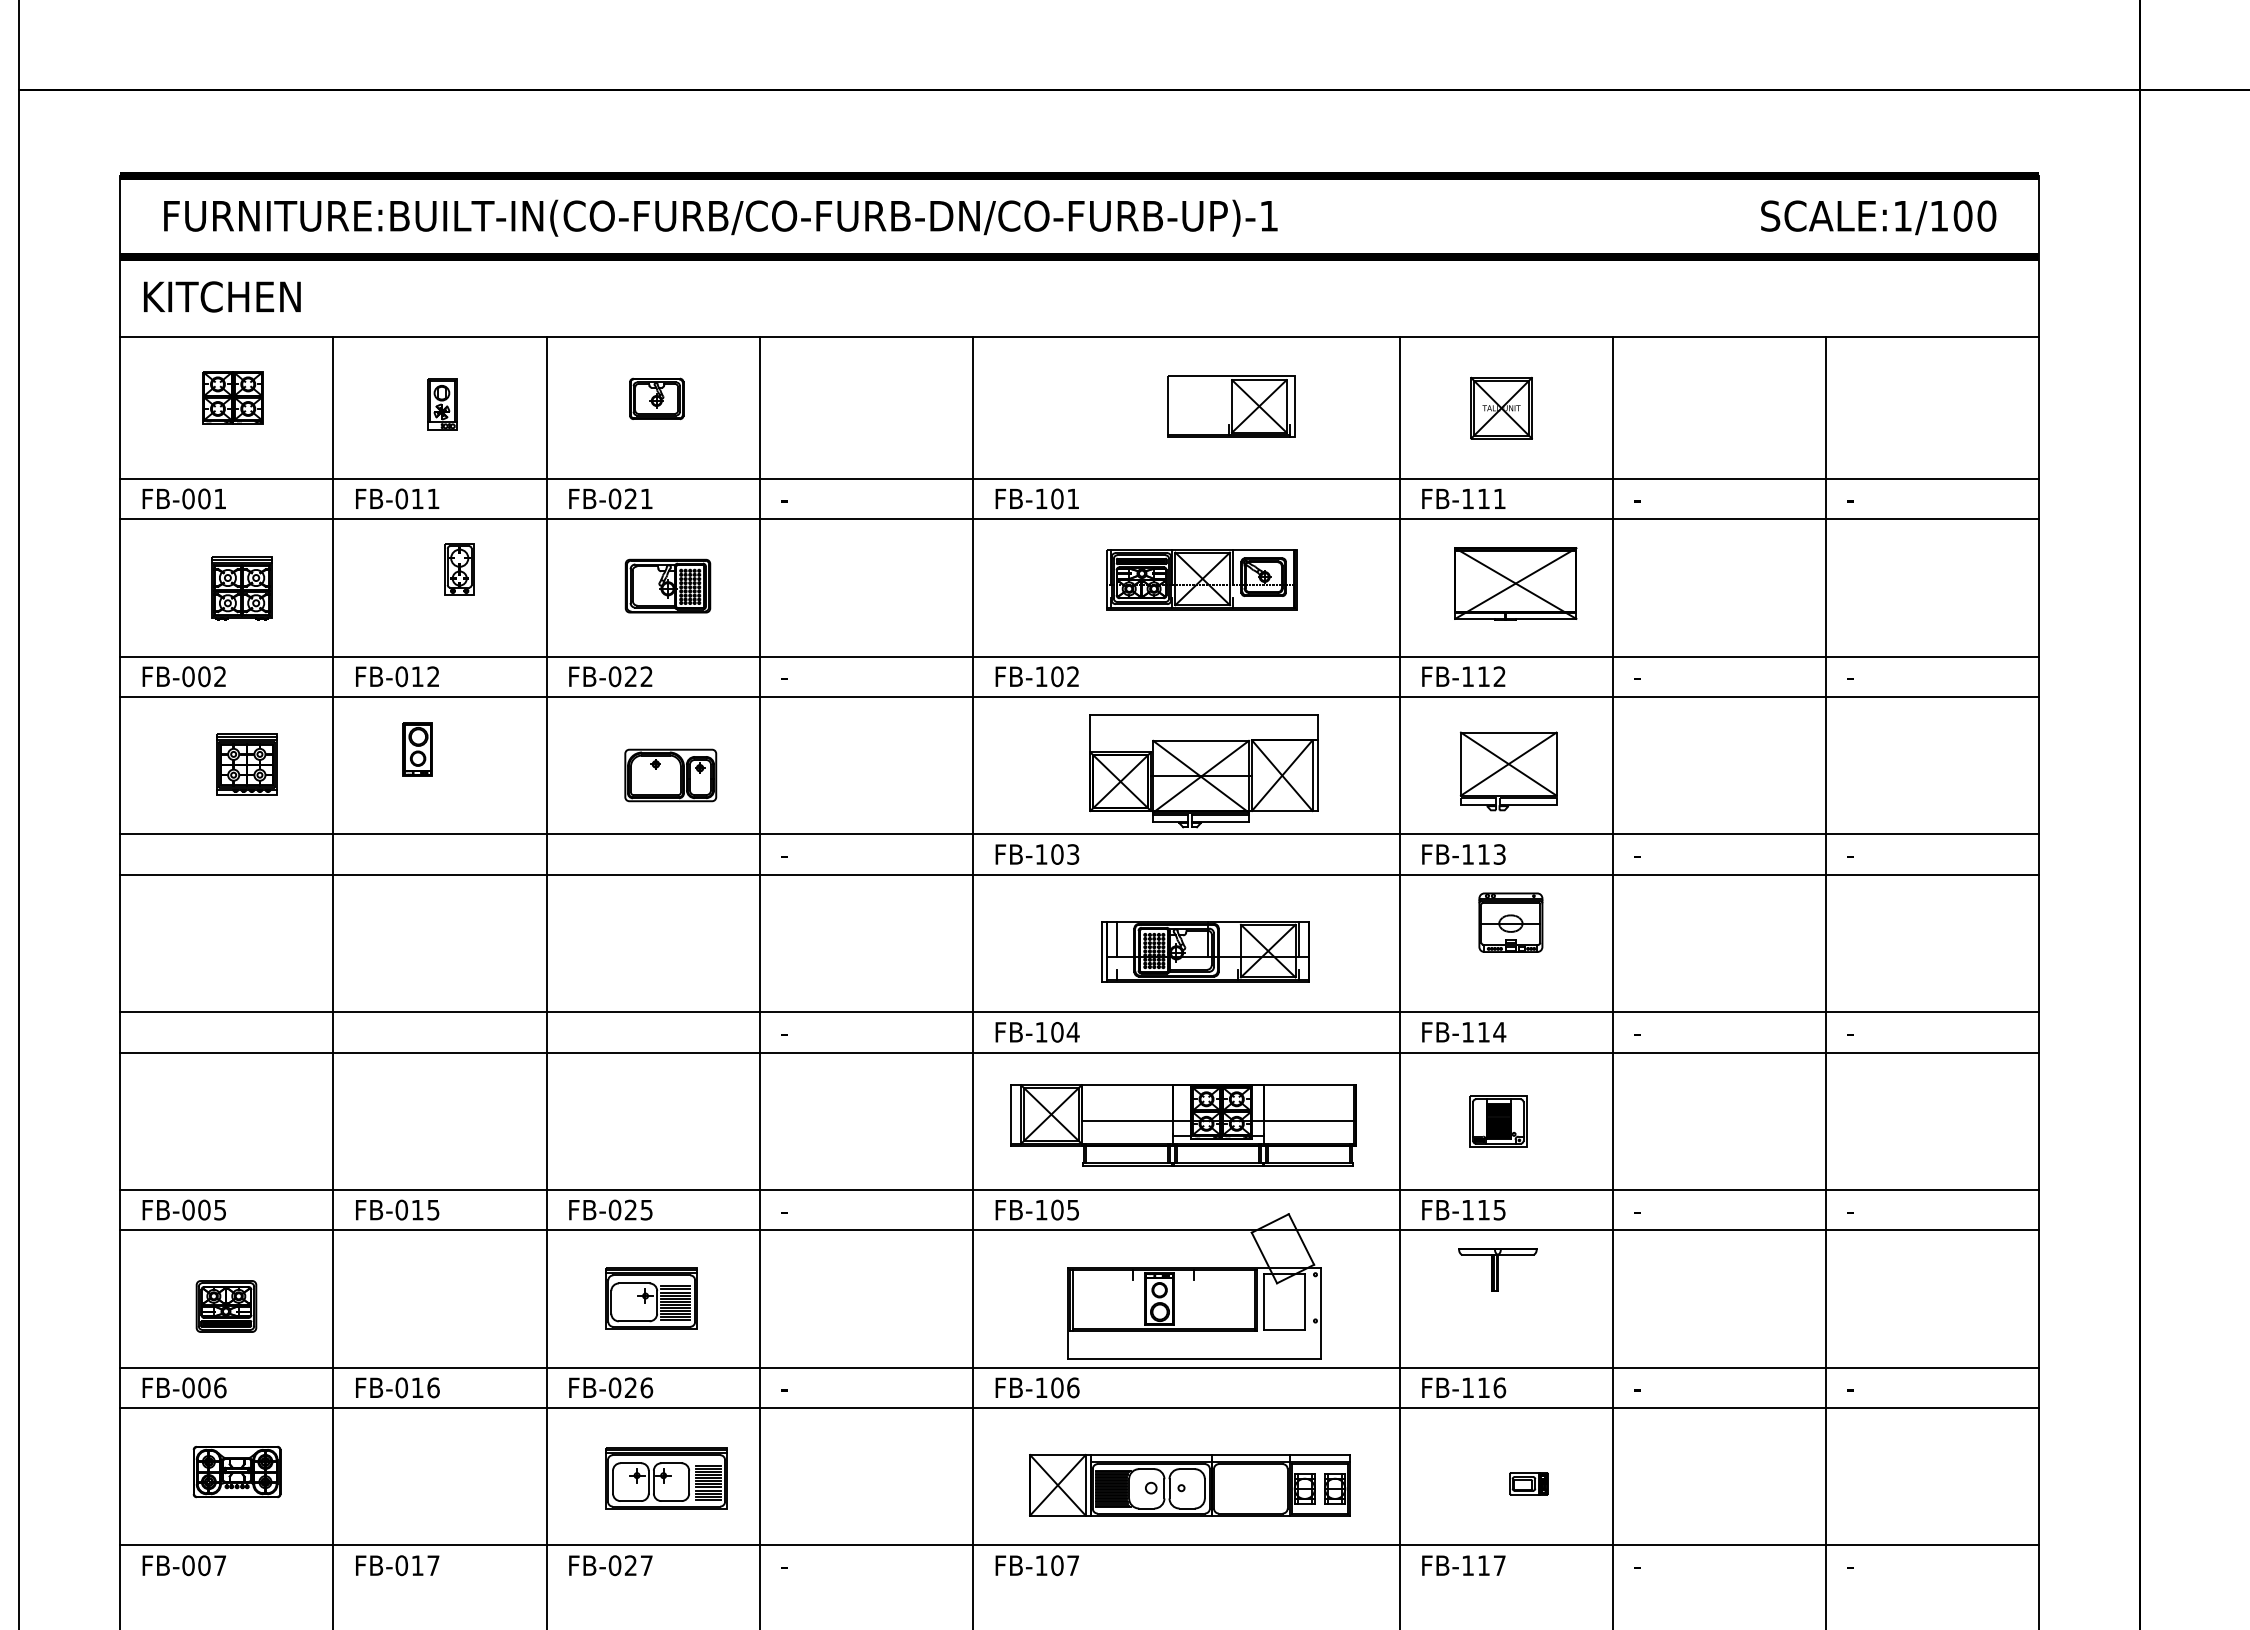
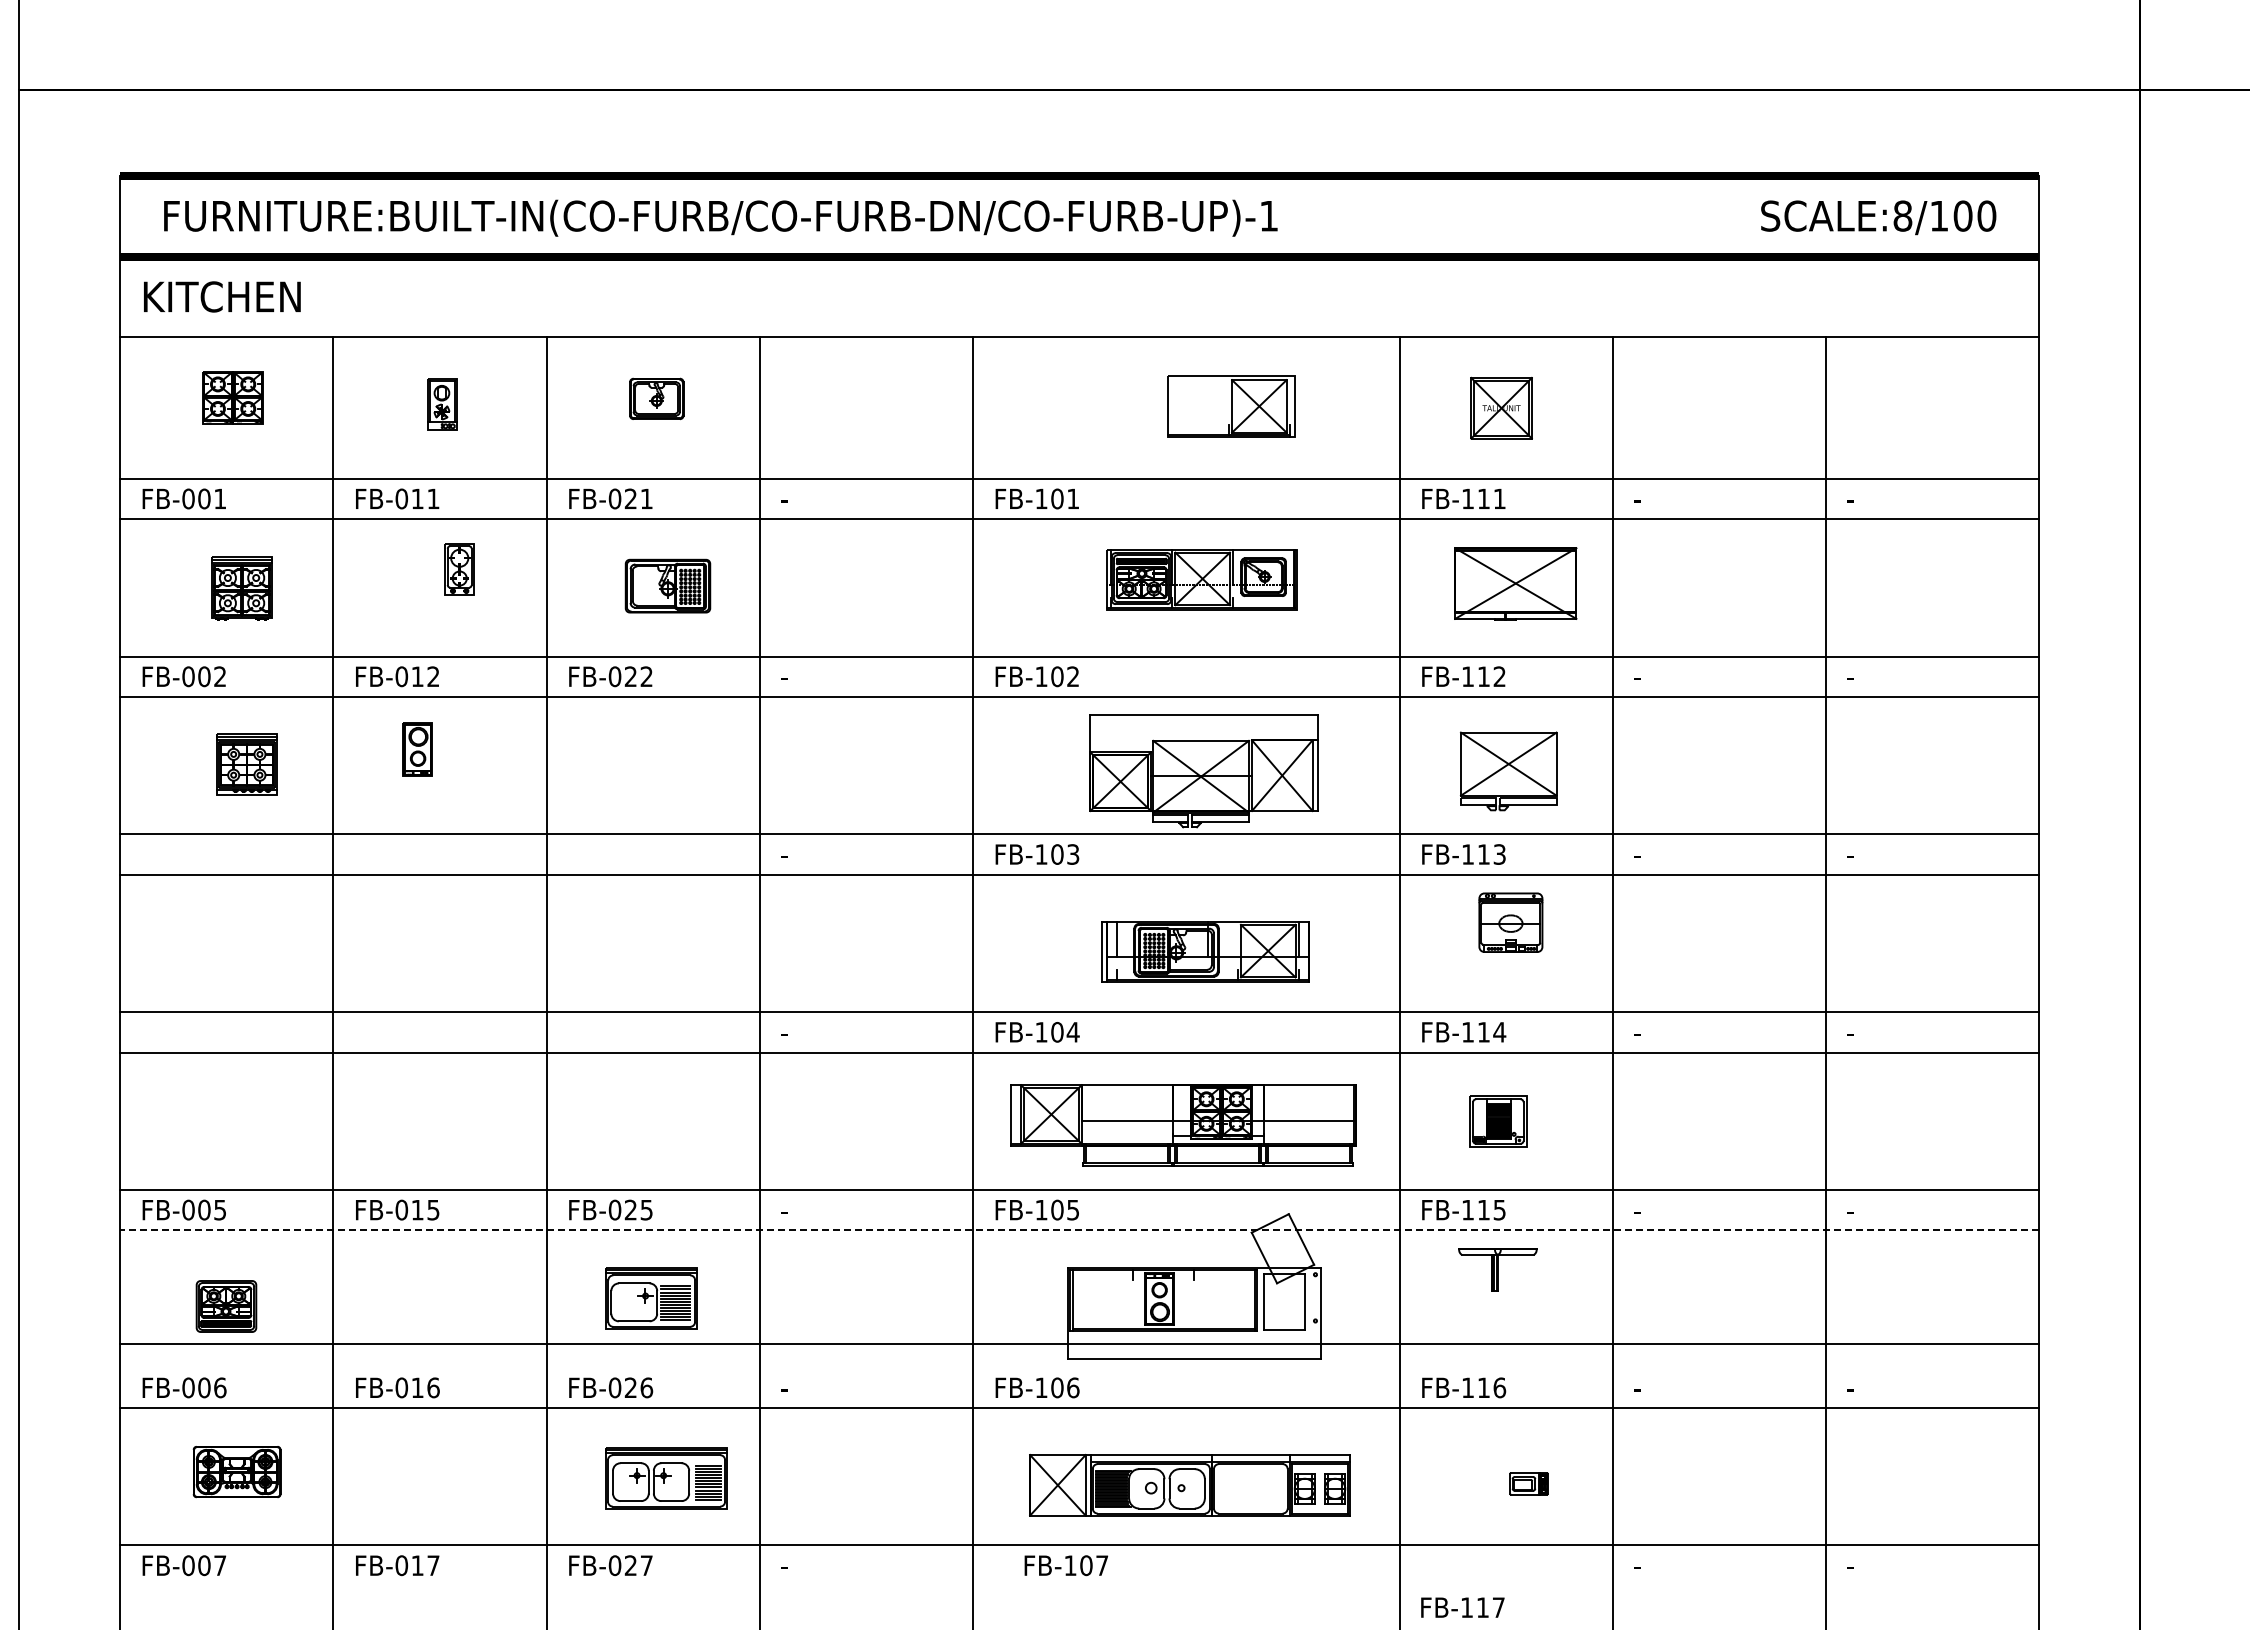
text at (1902, 215): SCALE:1/100 -> SCALE:8/100
part at (670, 775): present -> none
line at (1079, 1230): solid -> dashed
line at (1079, 1367) position: (1079, 1367) -> (1079, 1343)
text at (1036, 1565) position: (1036, 1565) -> (1065, 1565)
text at (1463, 1565) position: (1463, 1565) -> (1462, 1607)
